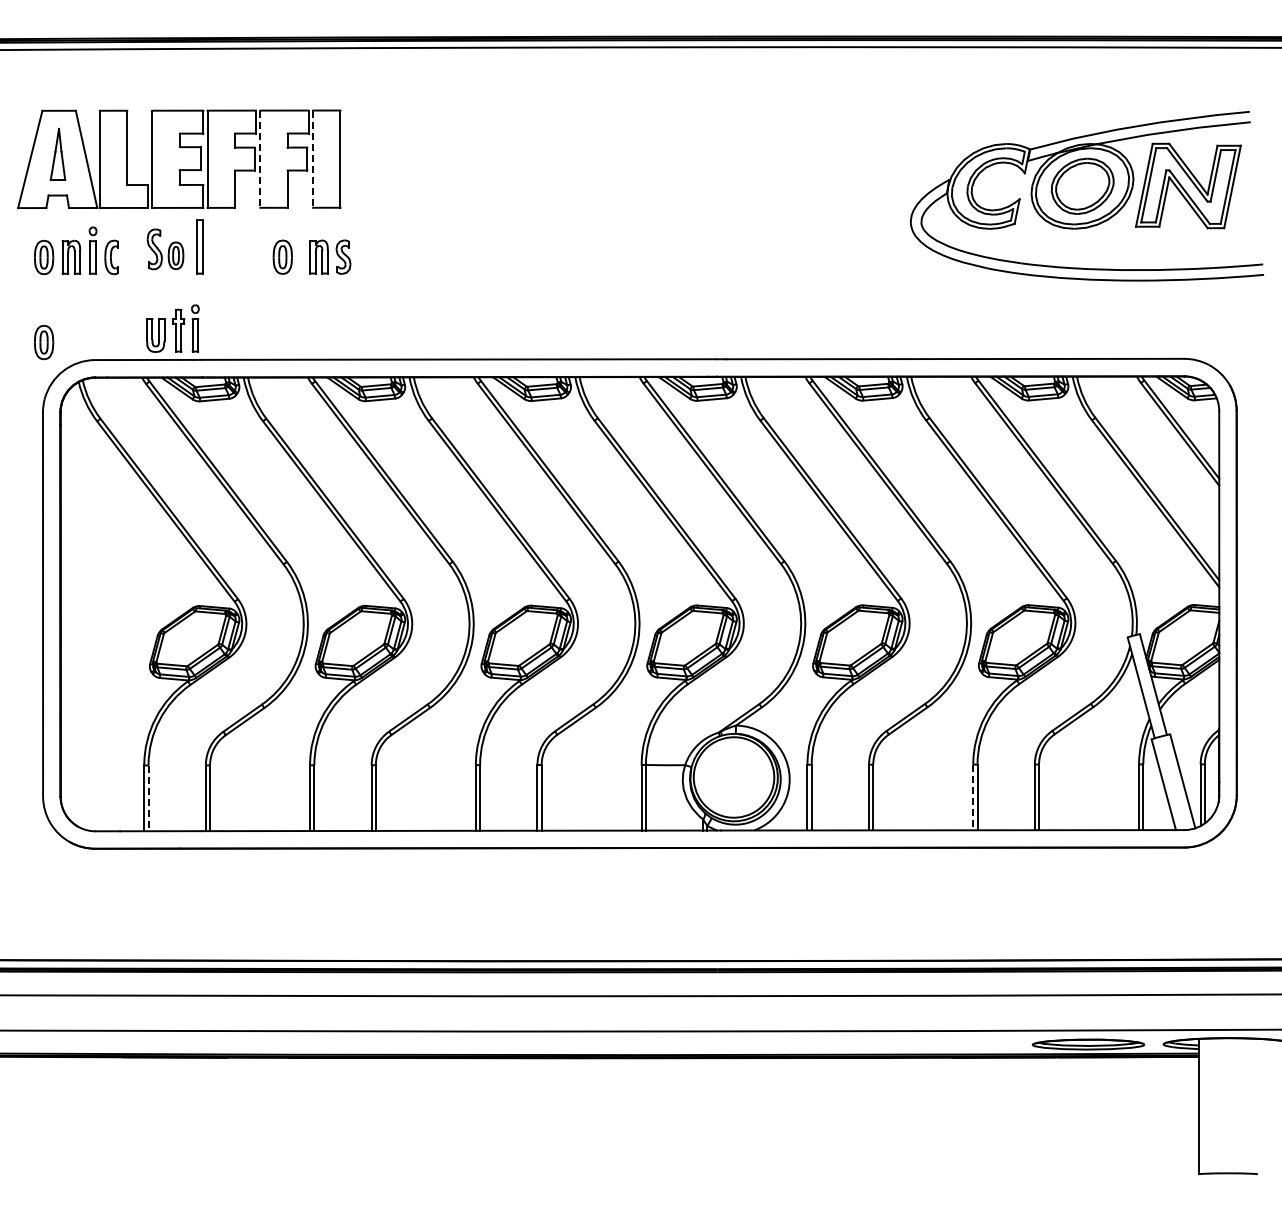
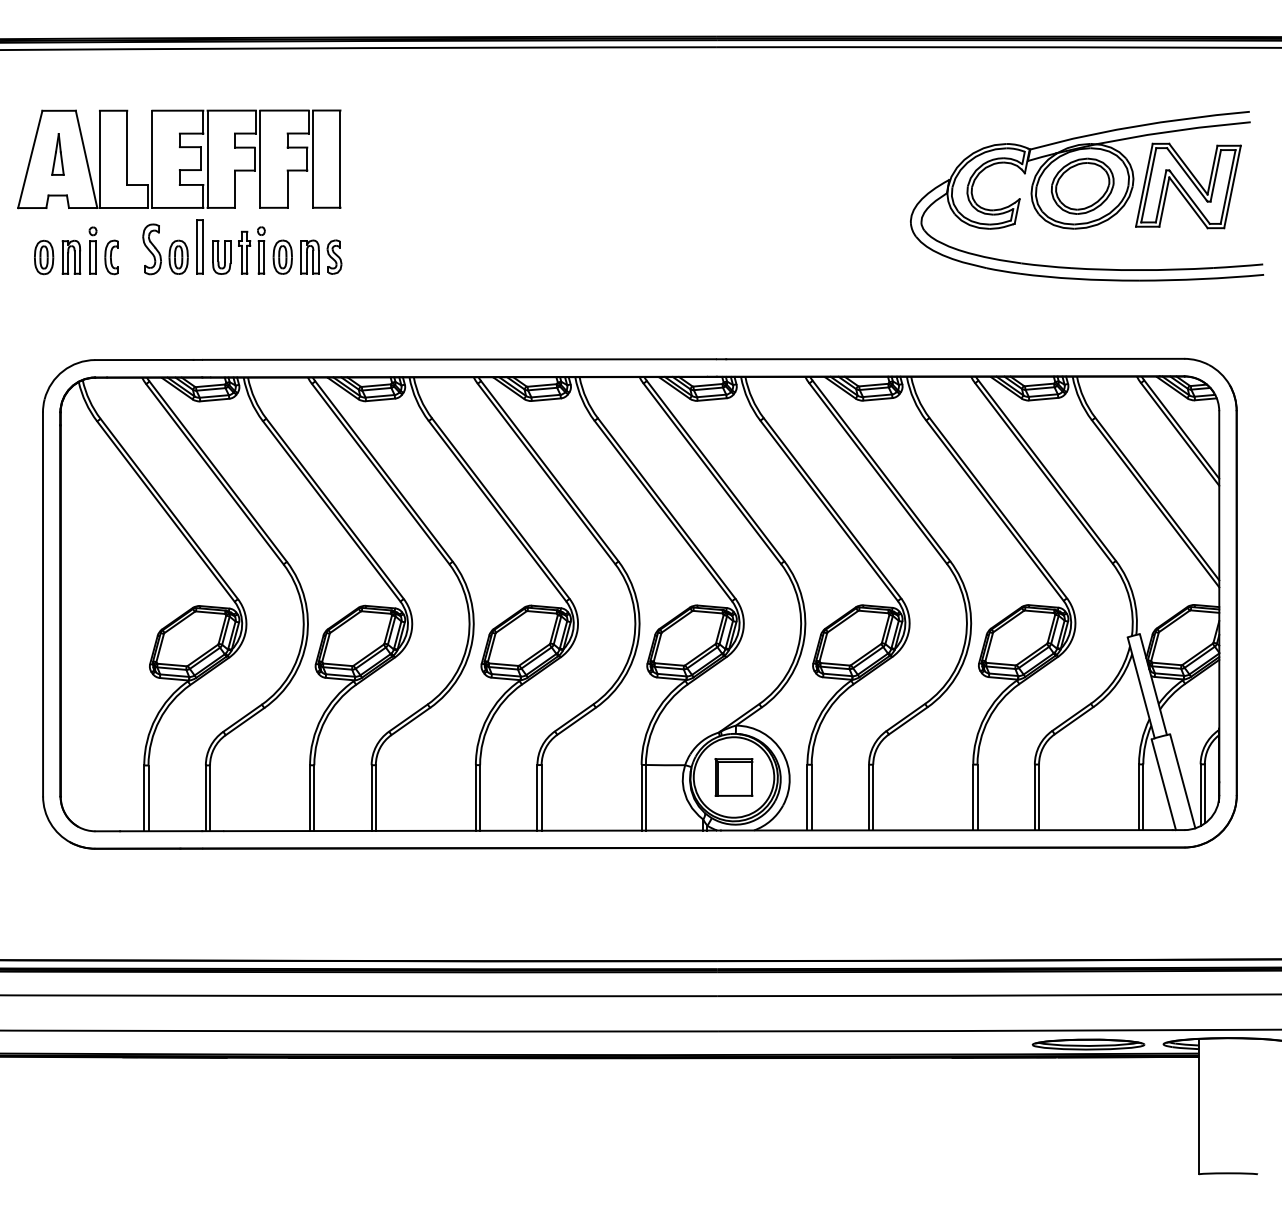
part at (57, 154) size: 18x53 px -> 14x43 px
line at (260, 159): dashed -> solid
line at (313, 159): dashed -> solid
part at (165, 249) size: 39x43 px -> 47x53 px
part at (330, 256) position: (330, 256) -> (321, 256)
part at (172, 328) position: (172, 328) -> (238, 250)
part at (44, 342): present -> none
part at (733, 777): none -> present
line at (973, 797): dashed -> solid
line at (148, 798): dashed -> solid
